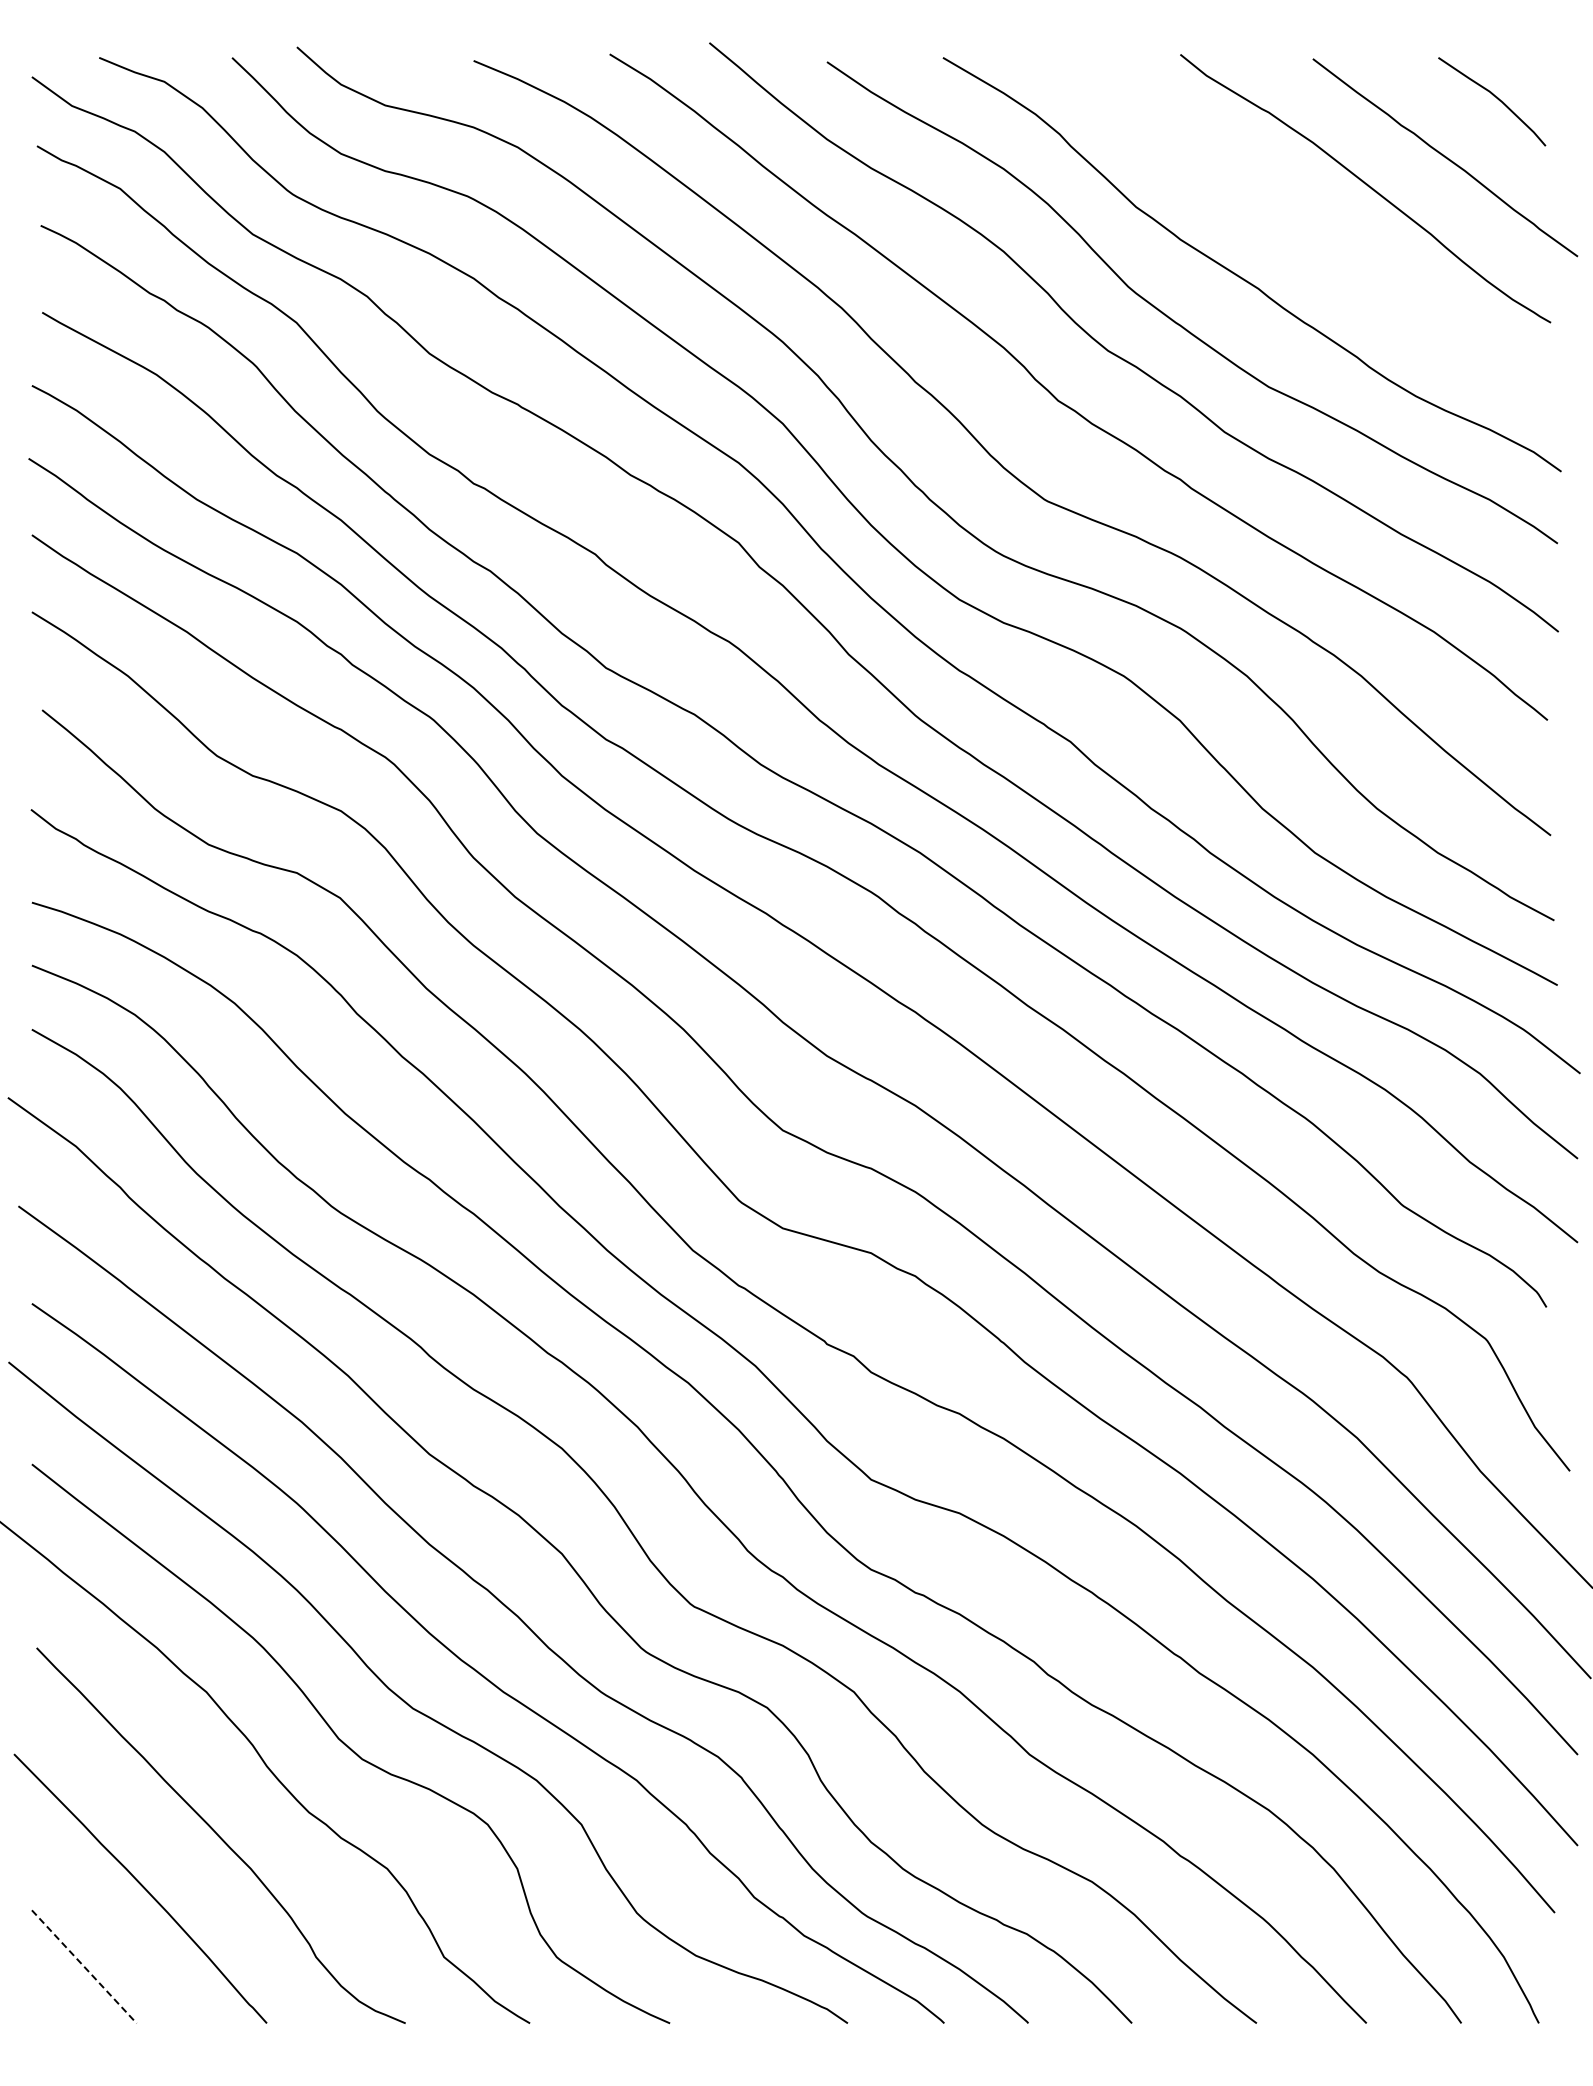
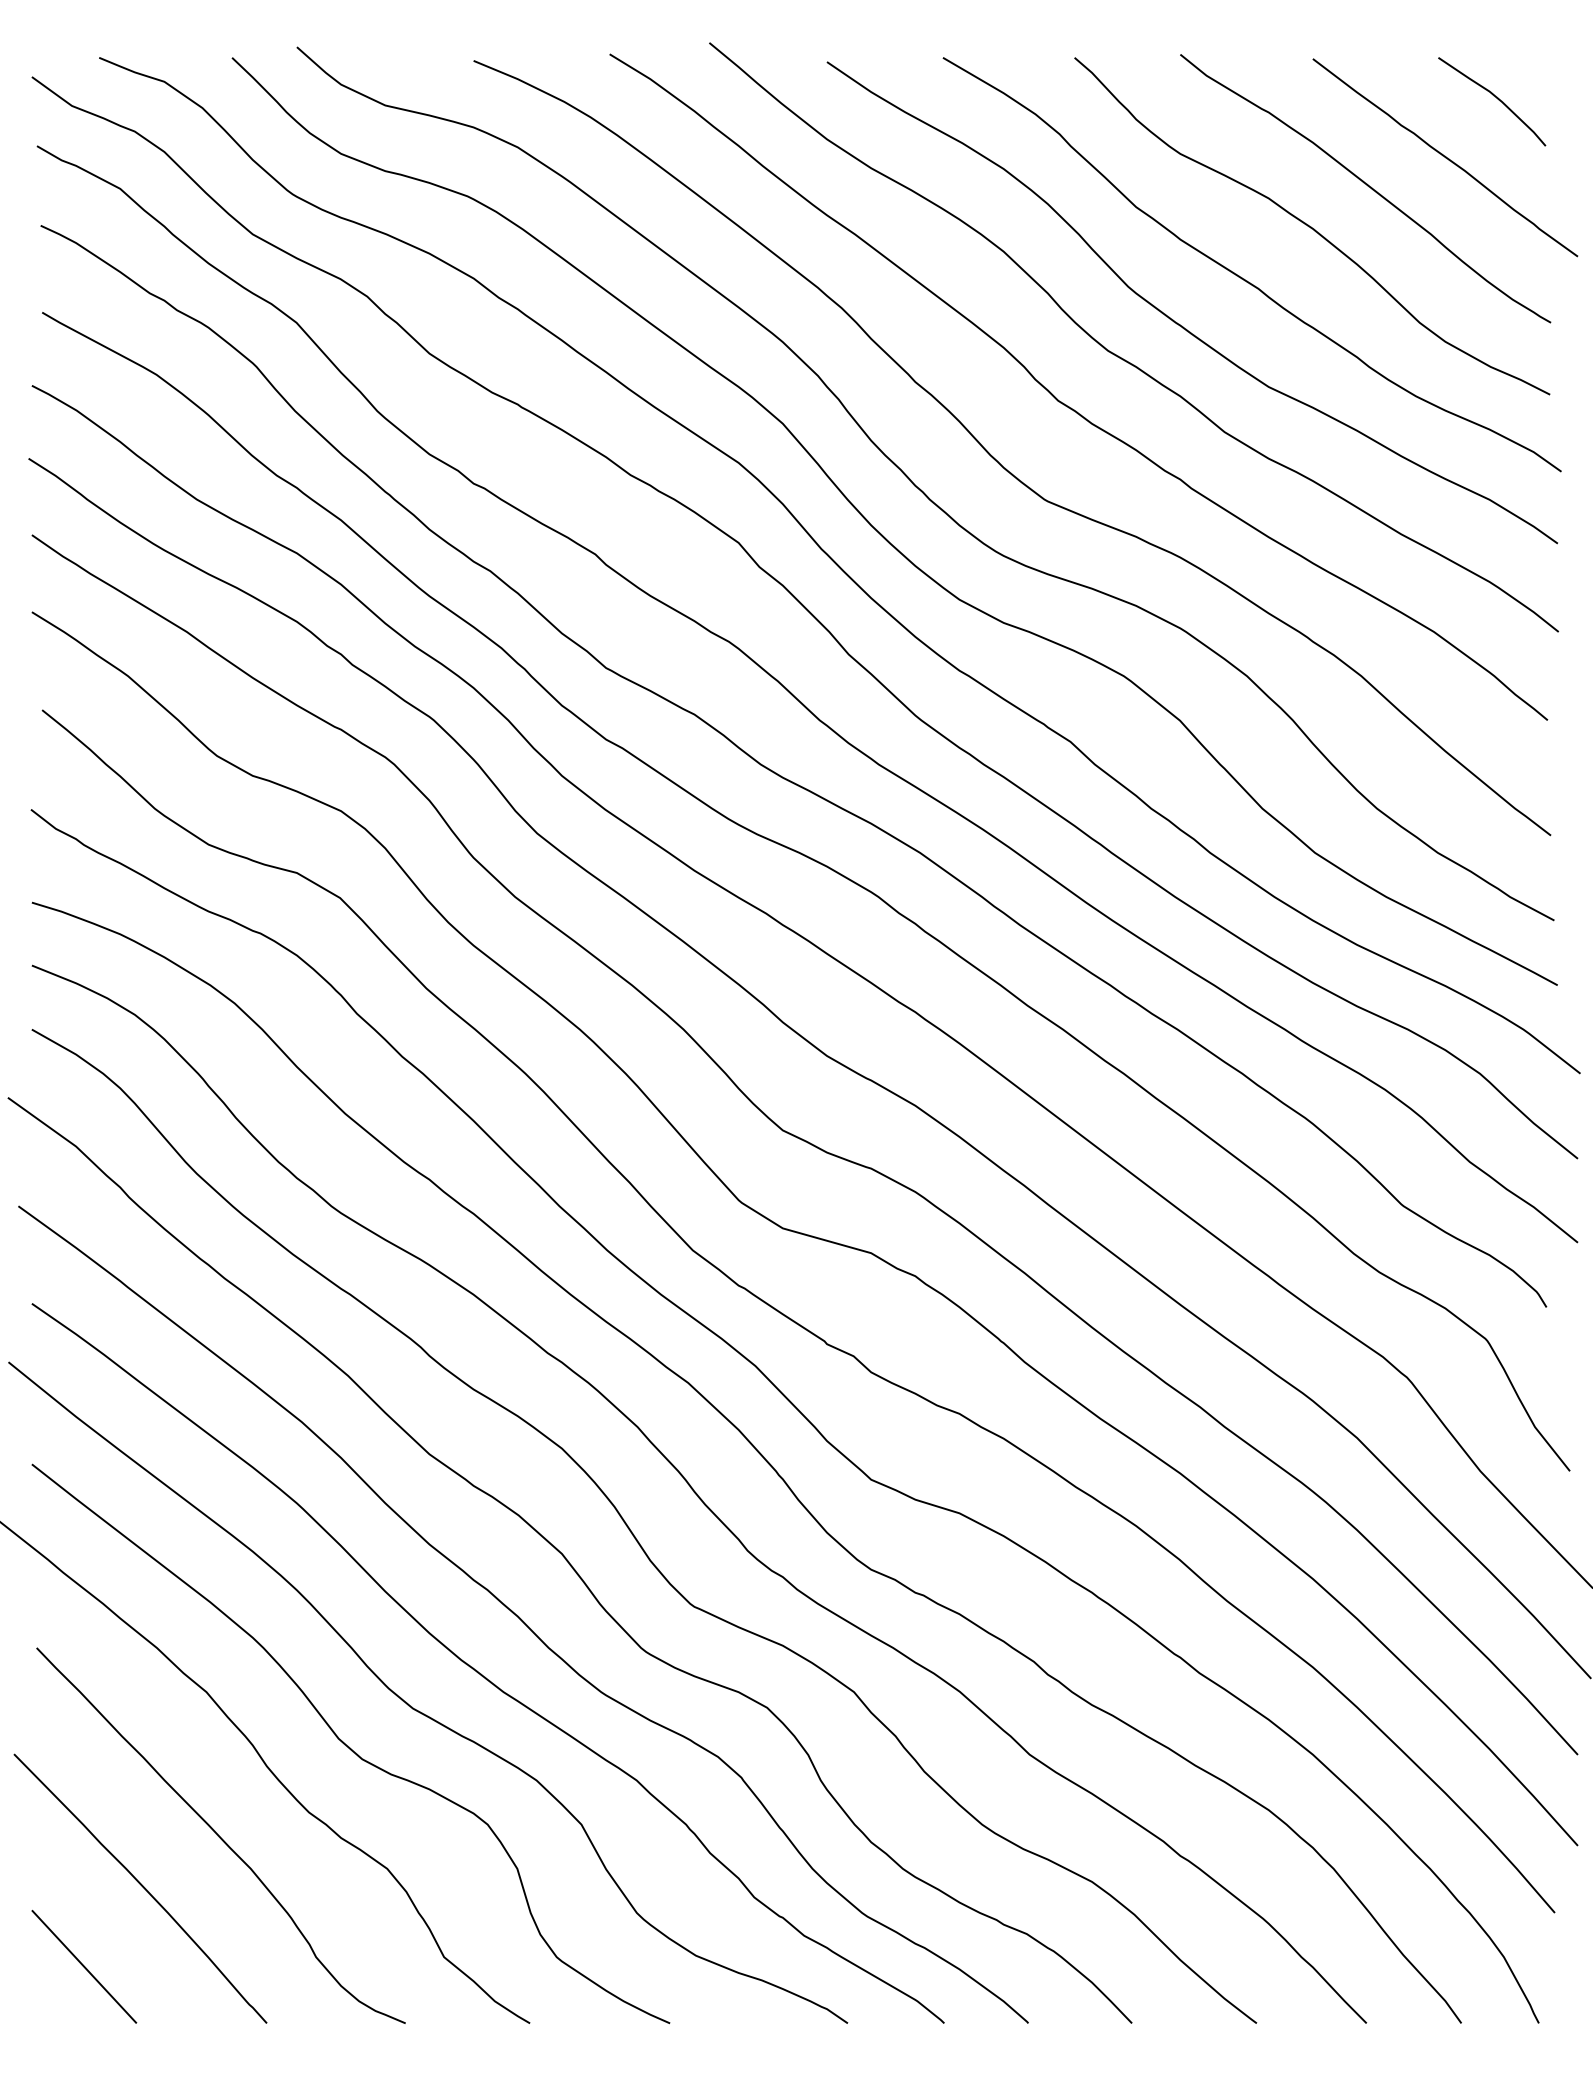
curve at (1311, 226): none -> present
line at (84, 1967): dashed -> solid
